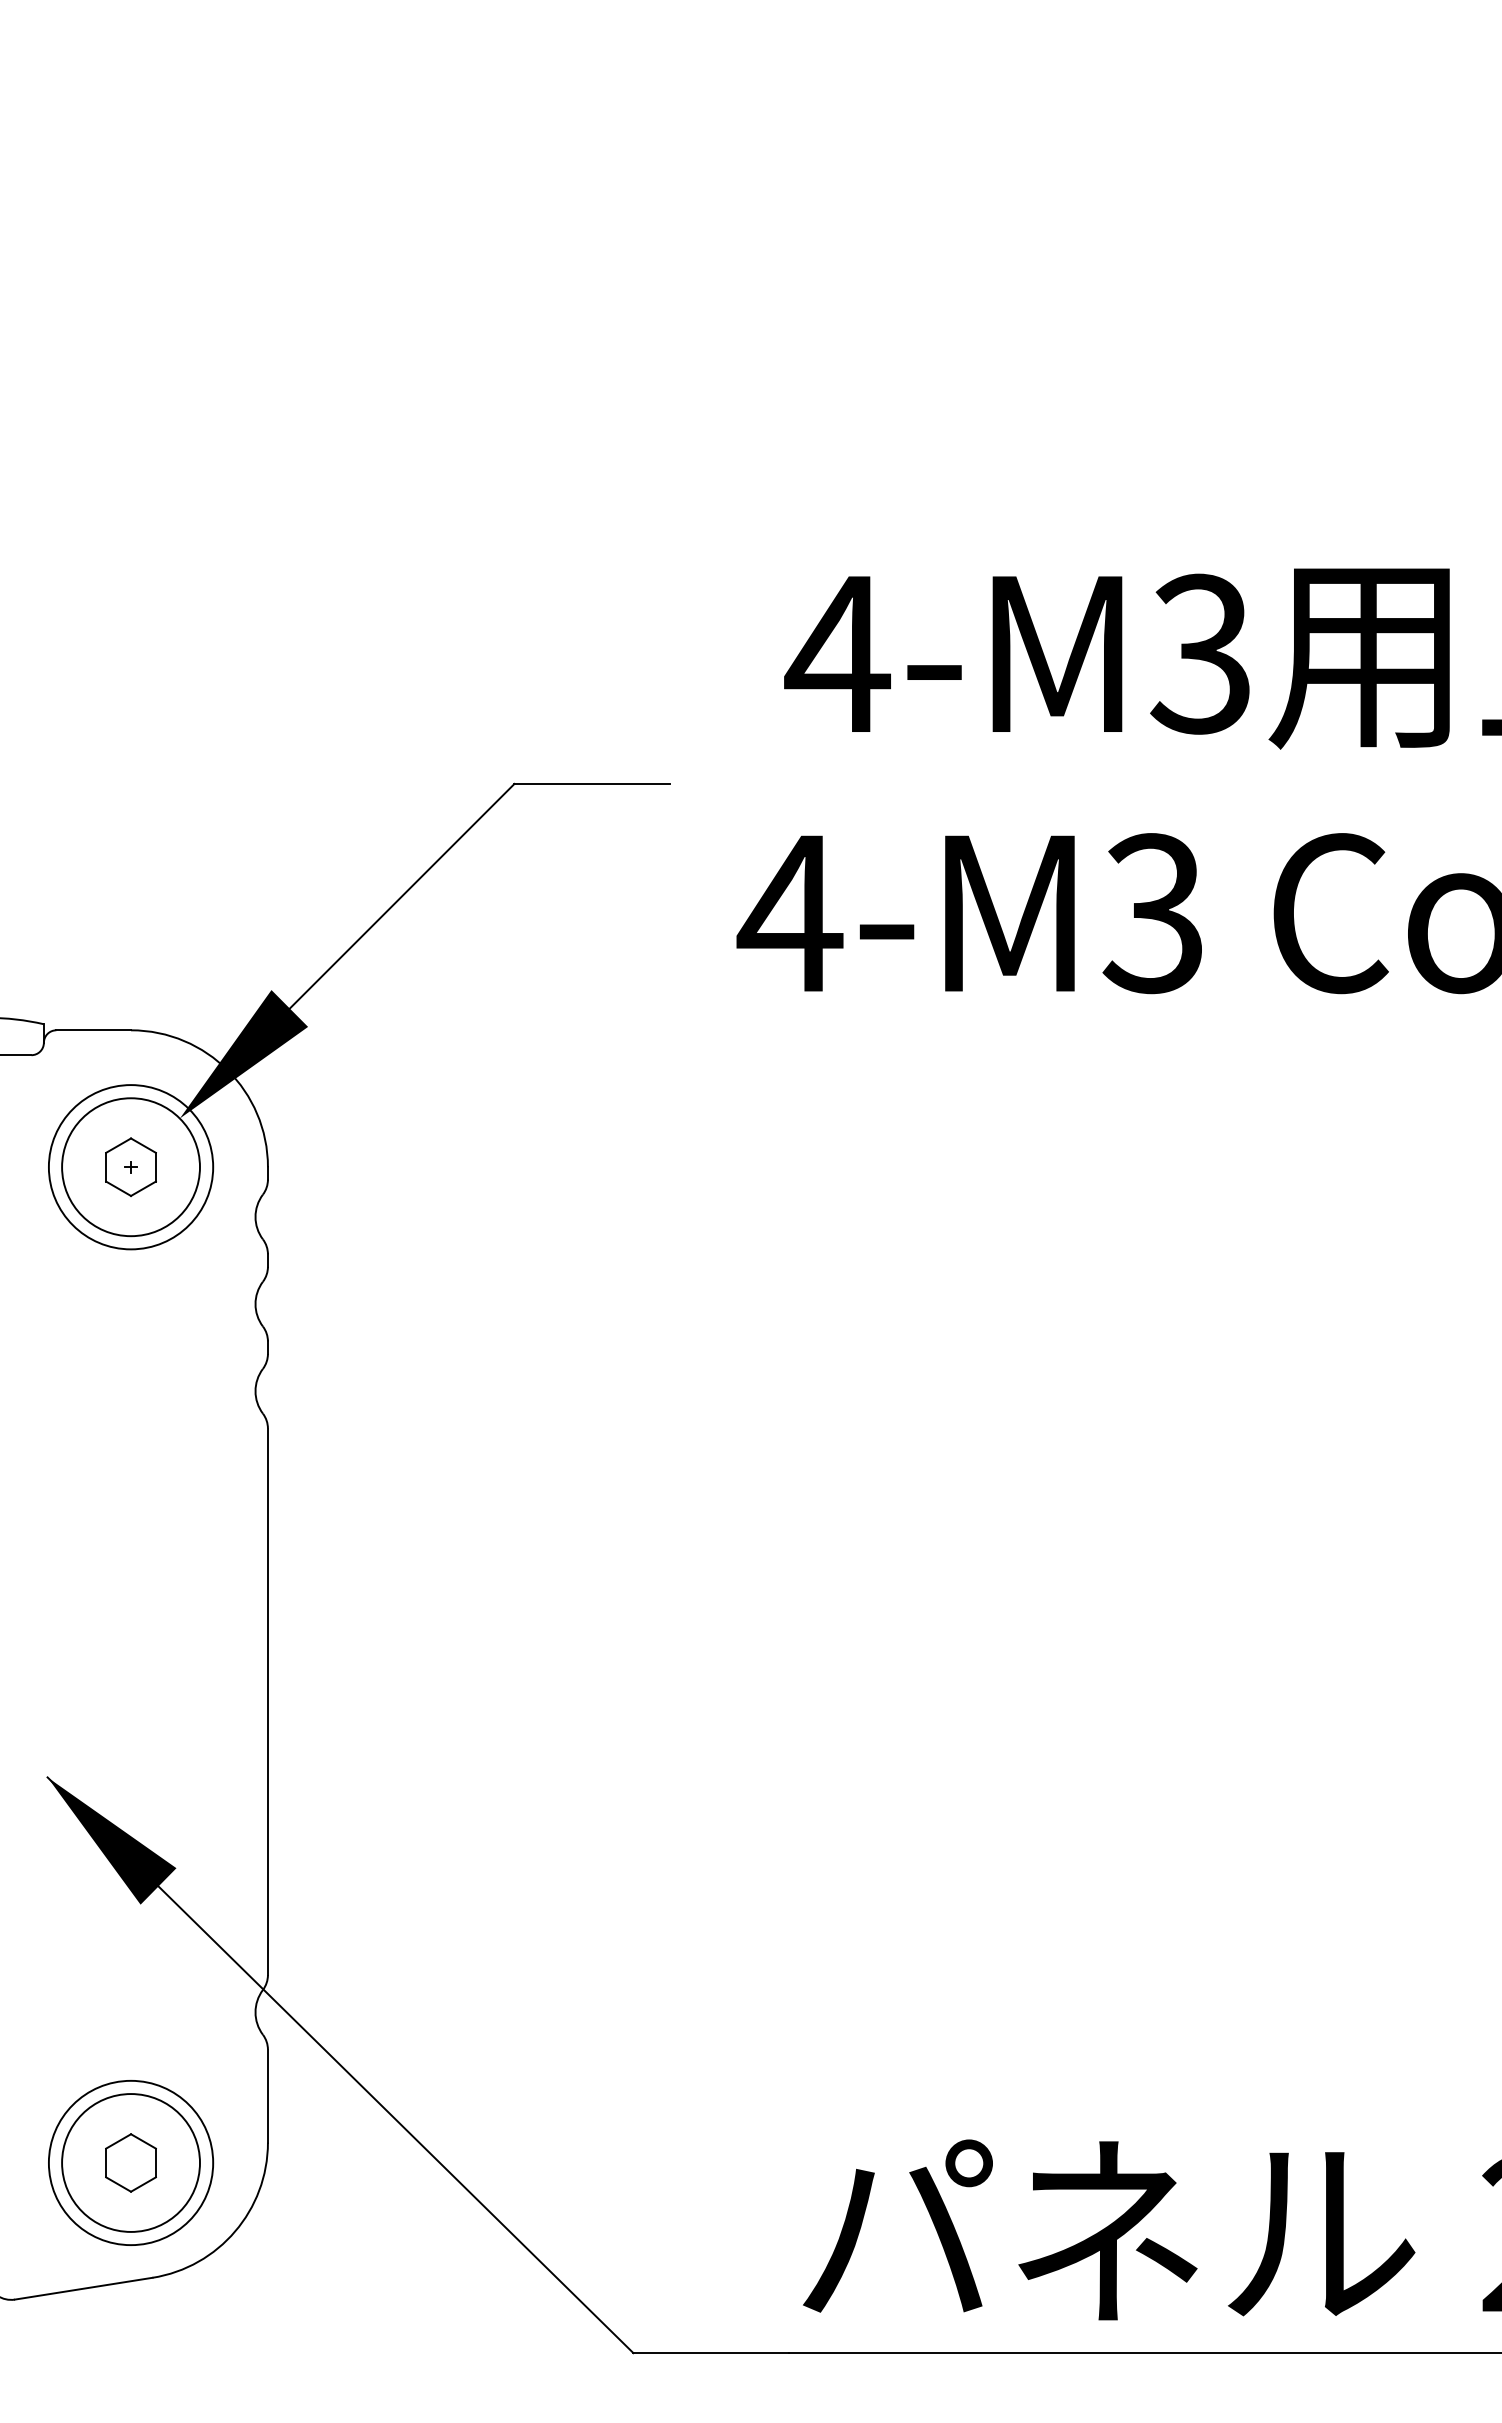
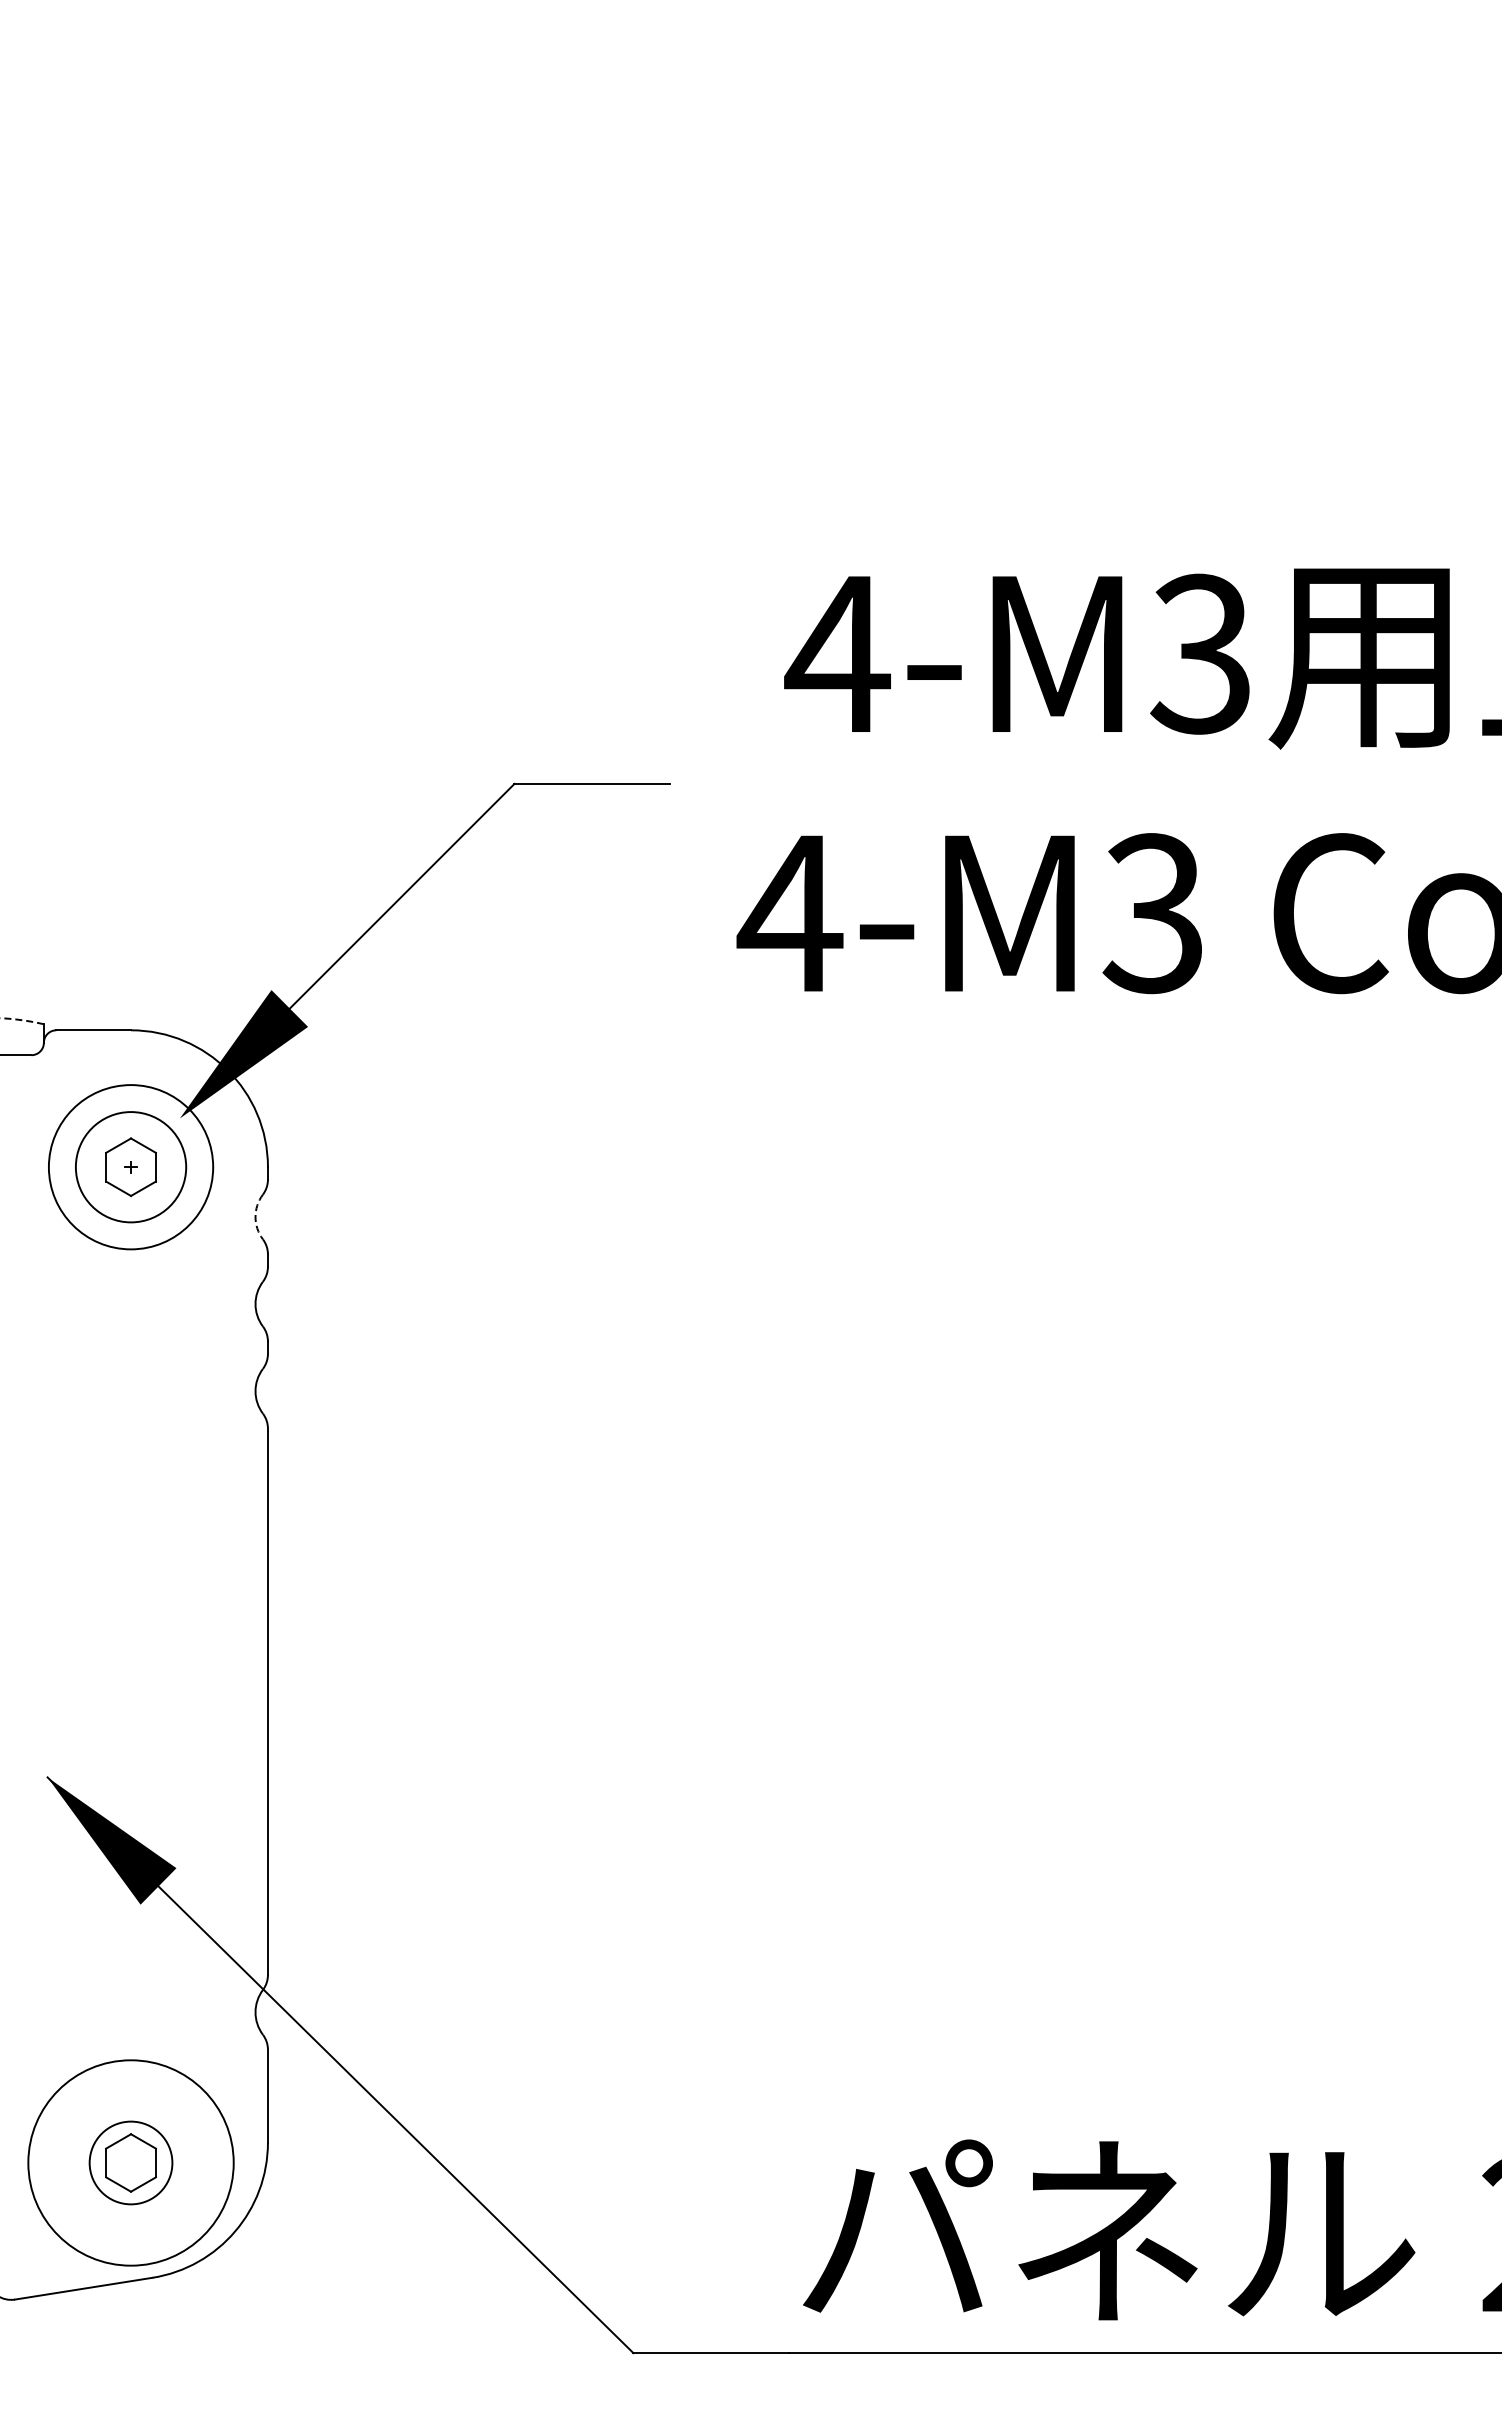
arc at (21, 1020): solid -> dashed
circle at (131, 1167) diameter: 138 px -> 110 px
arc at (255, 1217): solid -> dashed
circle at (130, 2162) diameter: 164 px -> 205 px
circle at (131, 2162) diameter: 138 px -> 83 px
